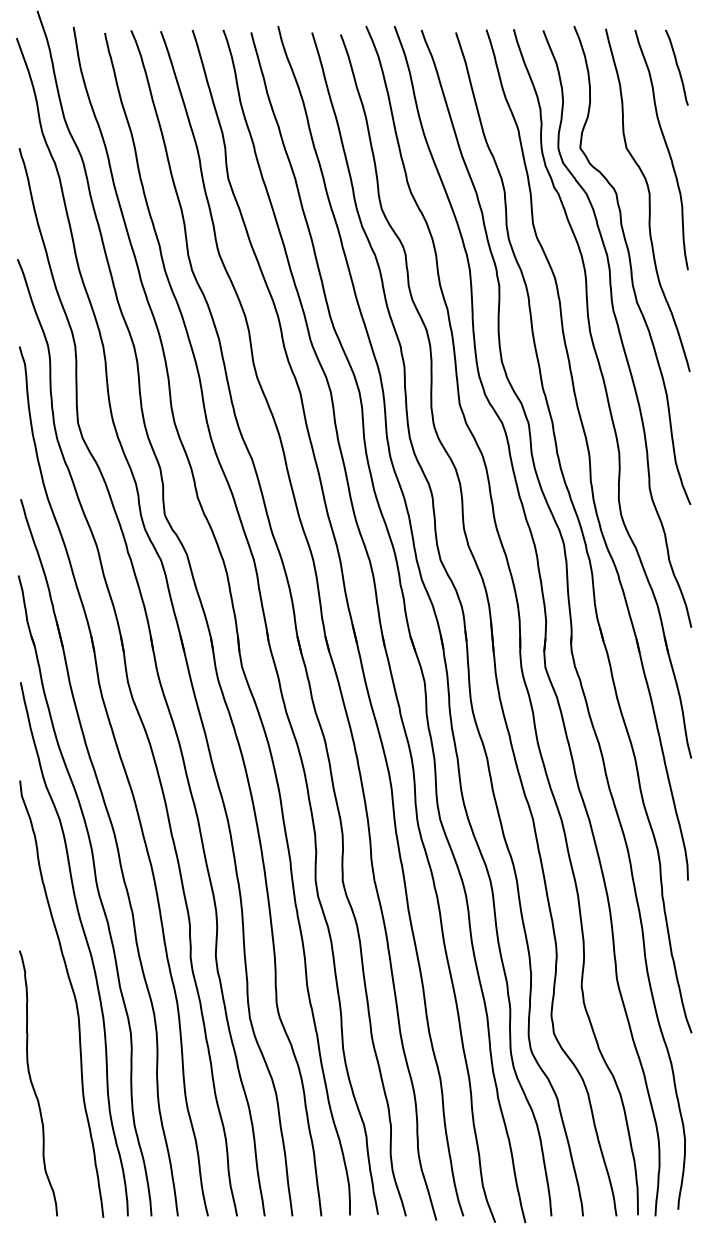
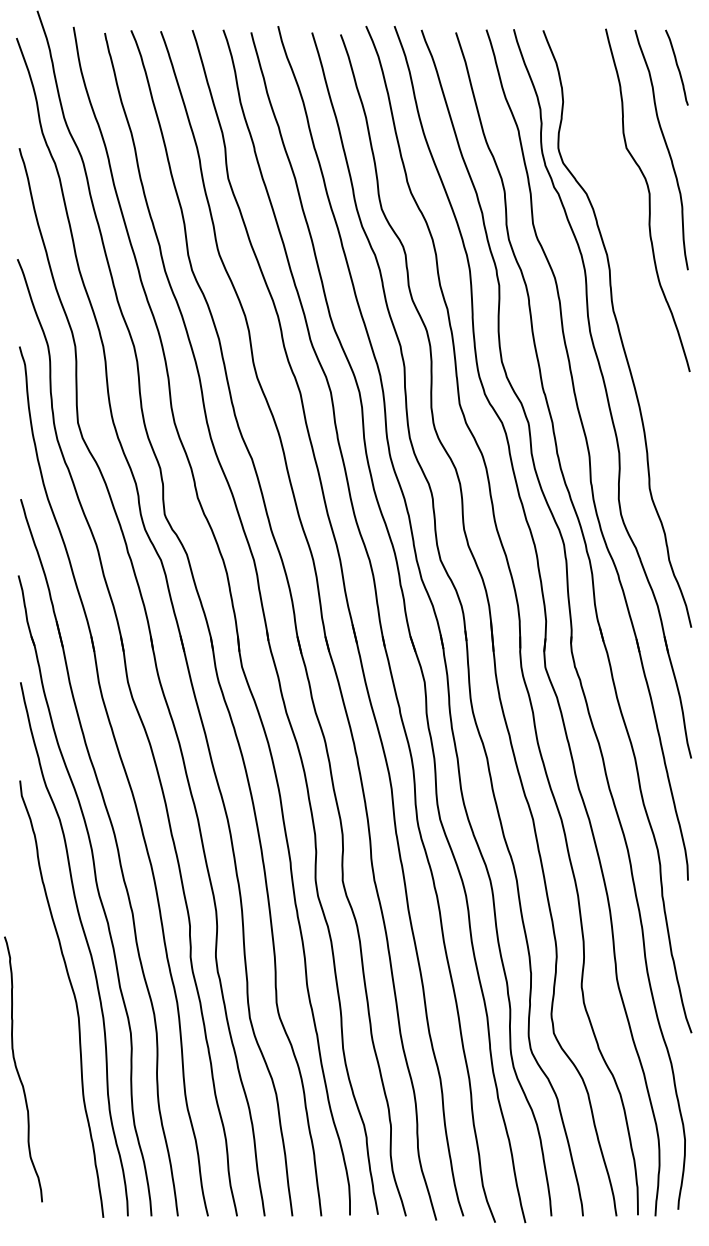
curve at (631, 265): present -> none
curve at (33, 1084) position: (33, 1084) -> (18, 1070)
